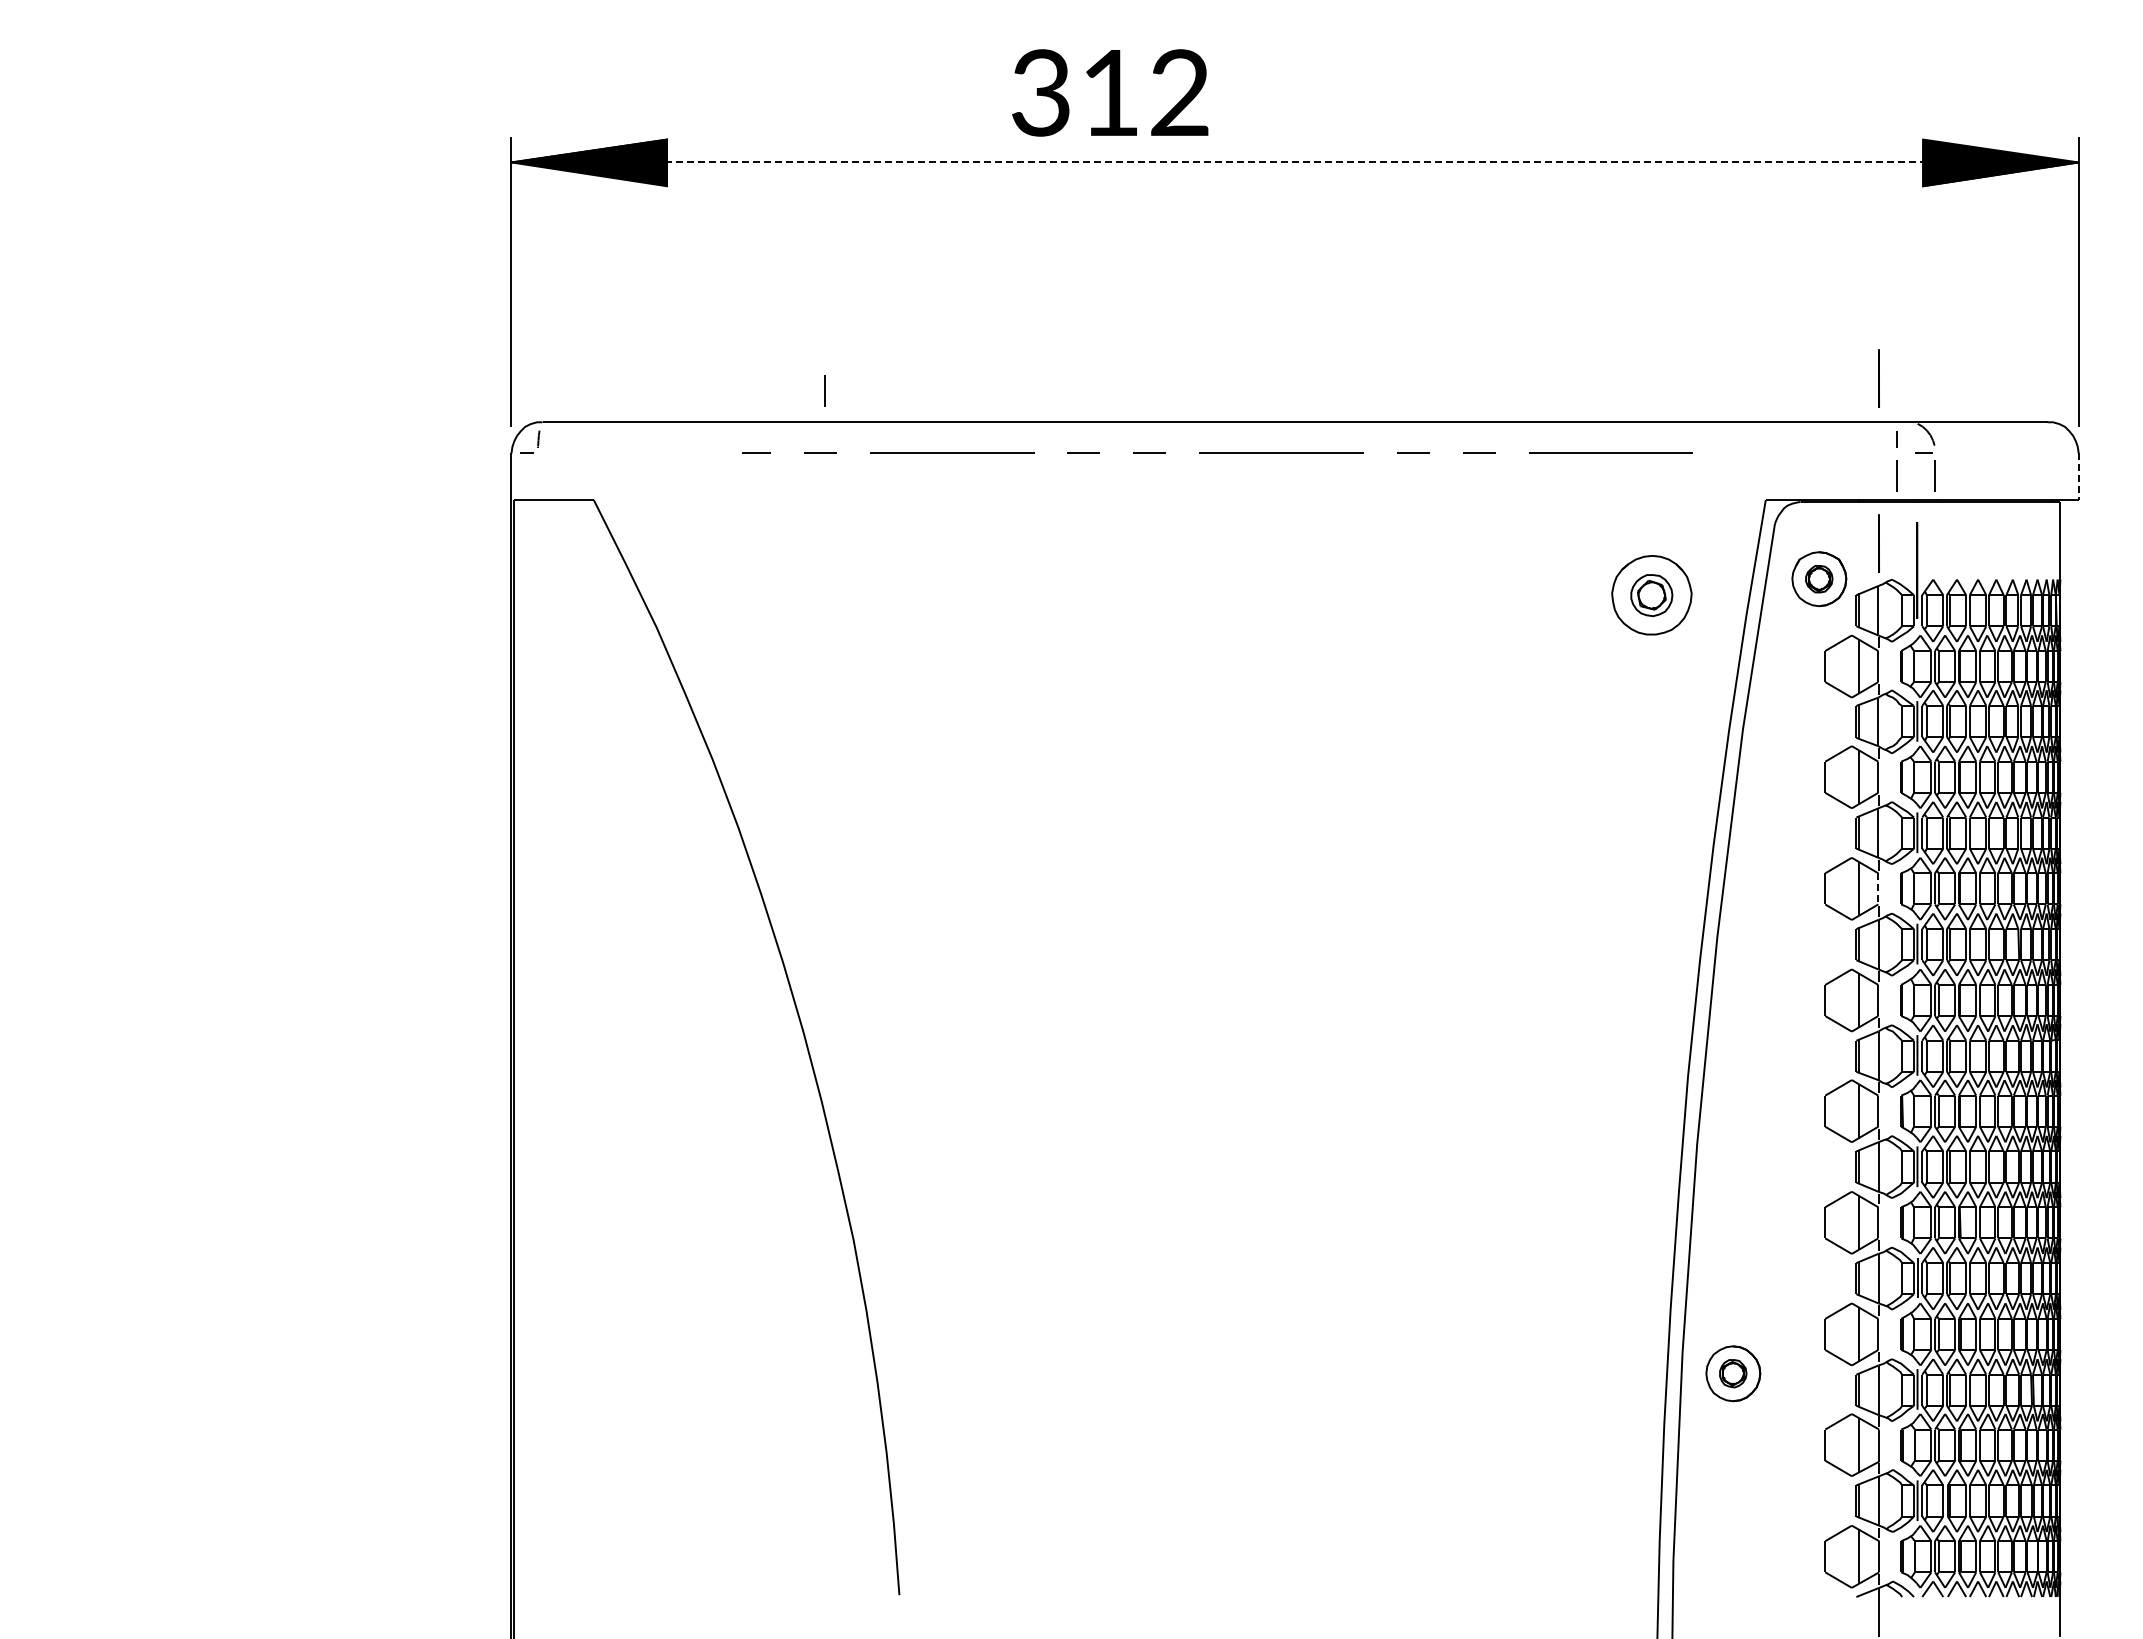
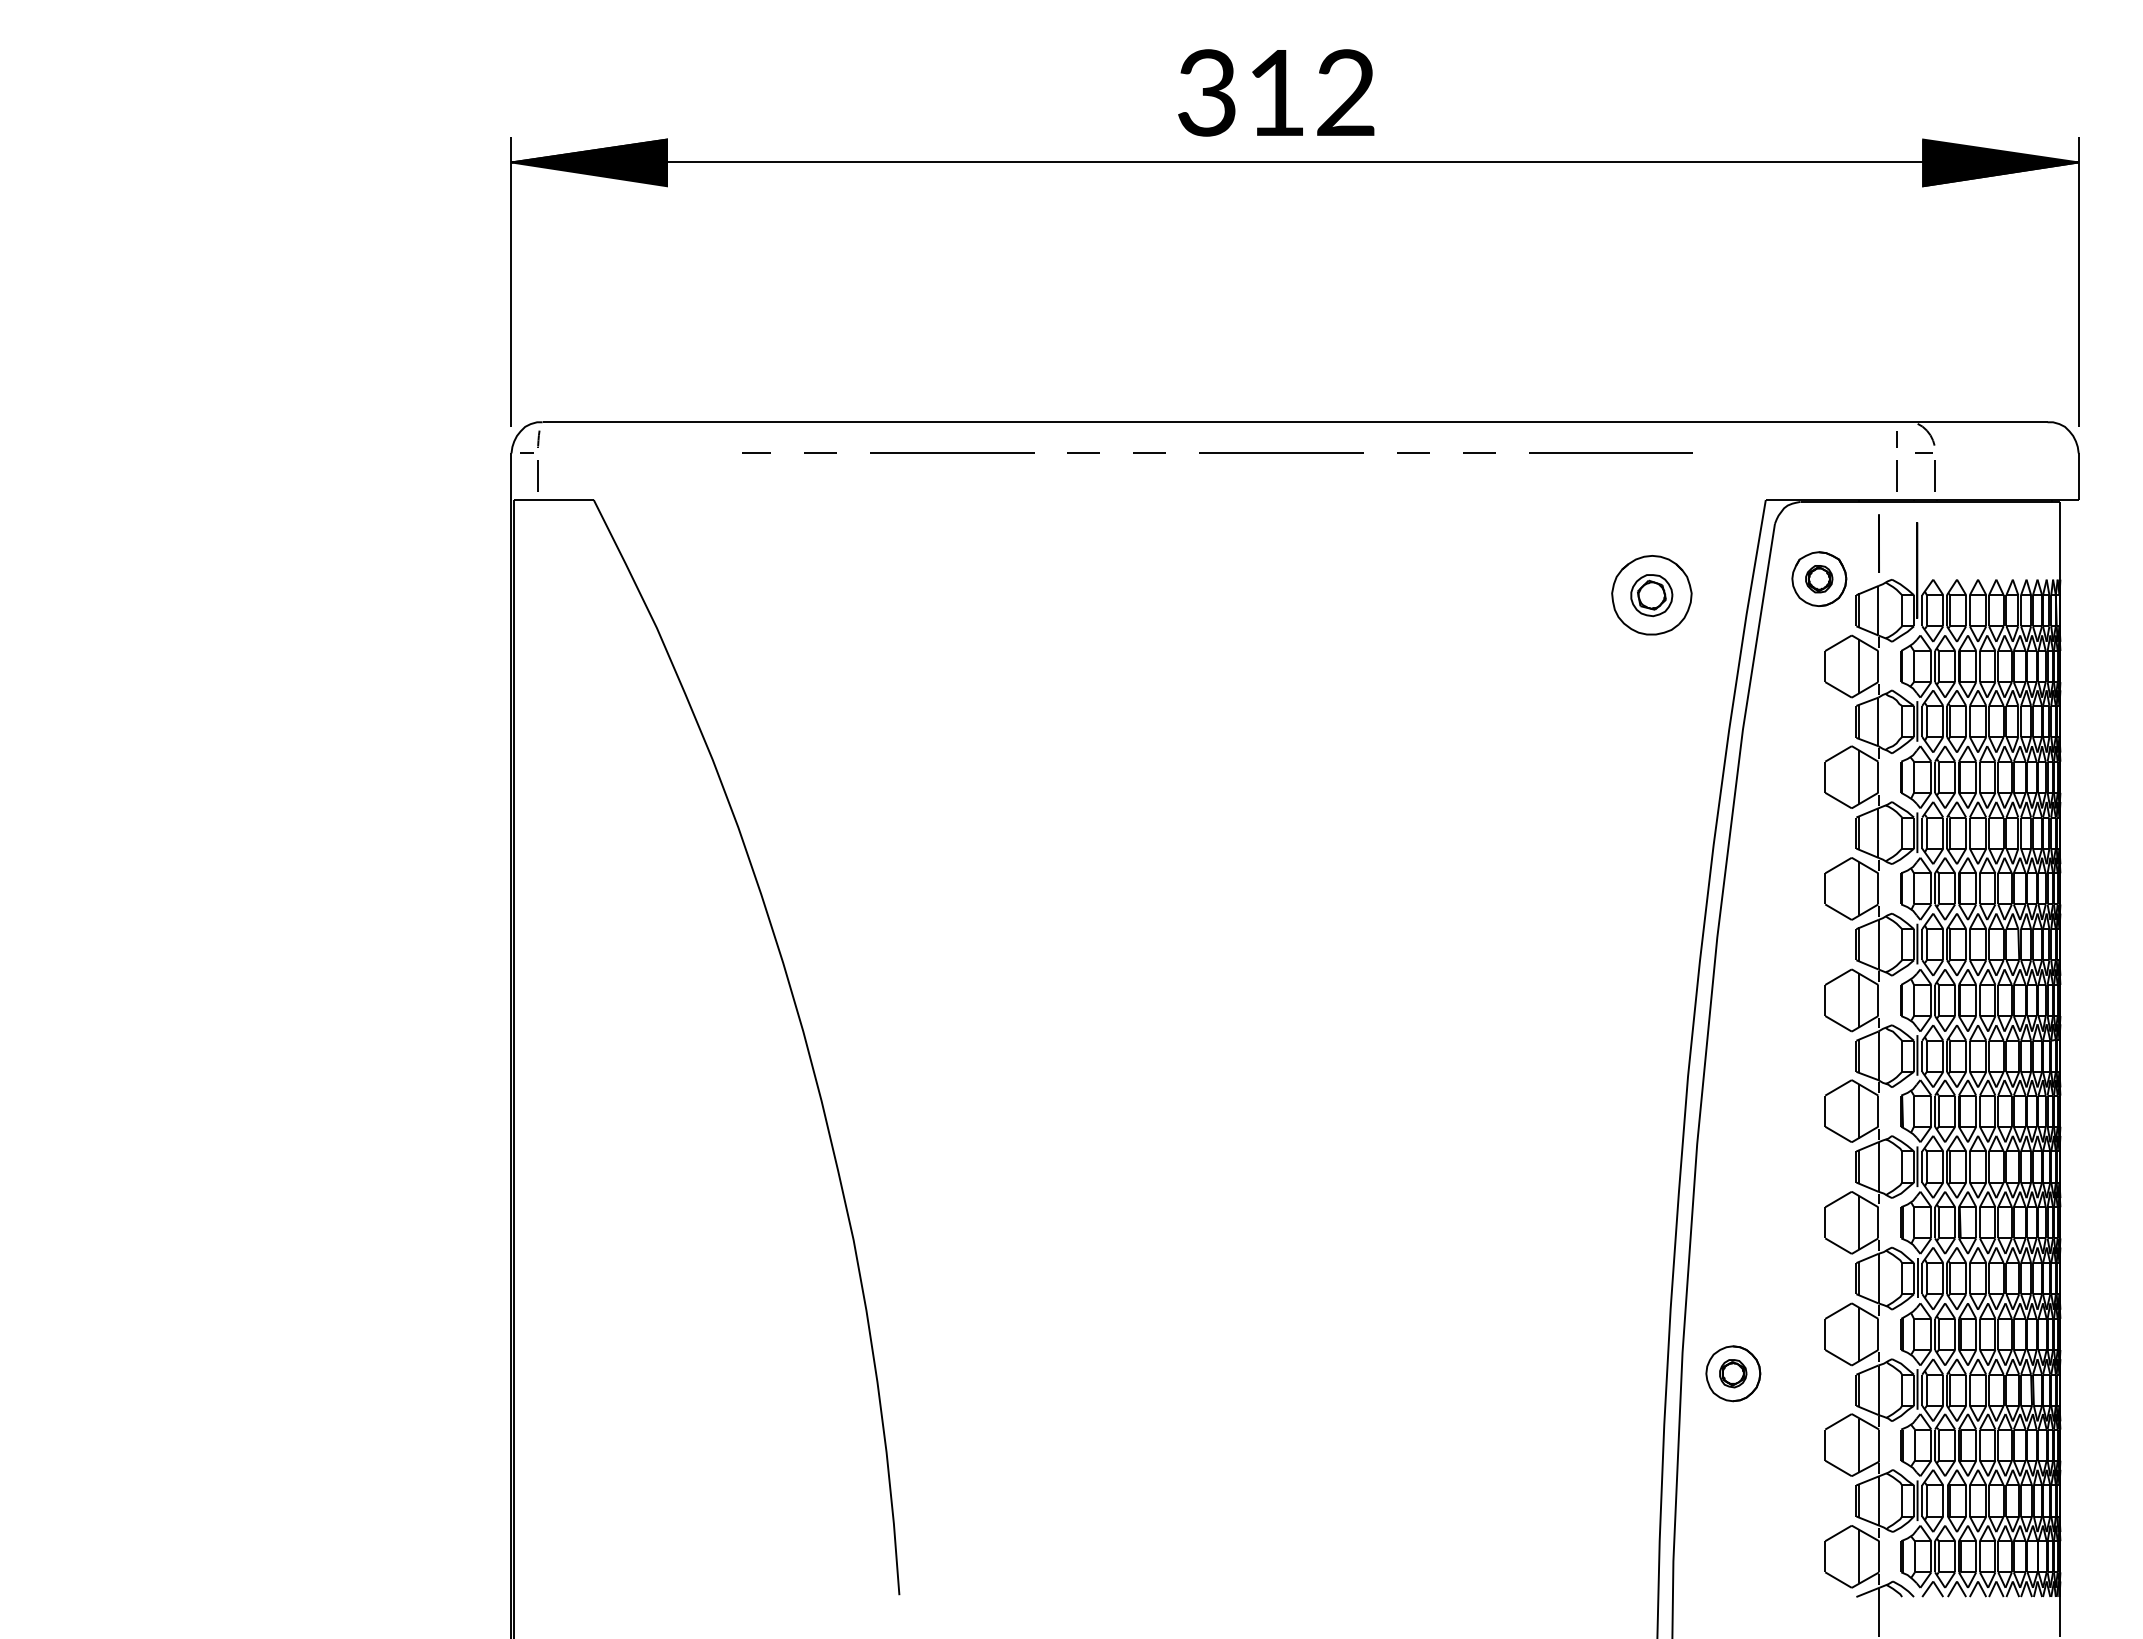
text at (1110, 92) position: (1110, 92) -> (1276, 92)
line at (1295, 162): dashed -> solid
line at (1878, 378): present -> none
line at (824, 390) position: (824, 390) -> (537, 475)
line at (2078, 477): dashed -> solid
line at (1878, 888): dashed -> solid
